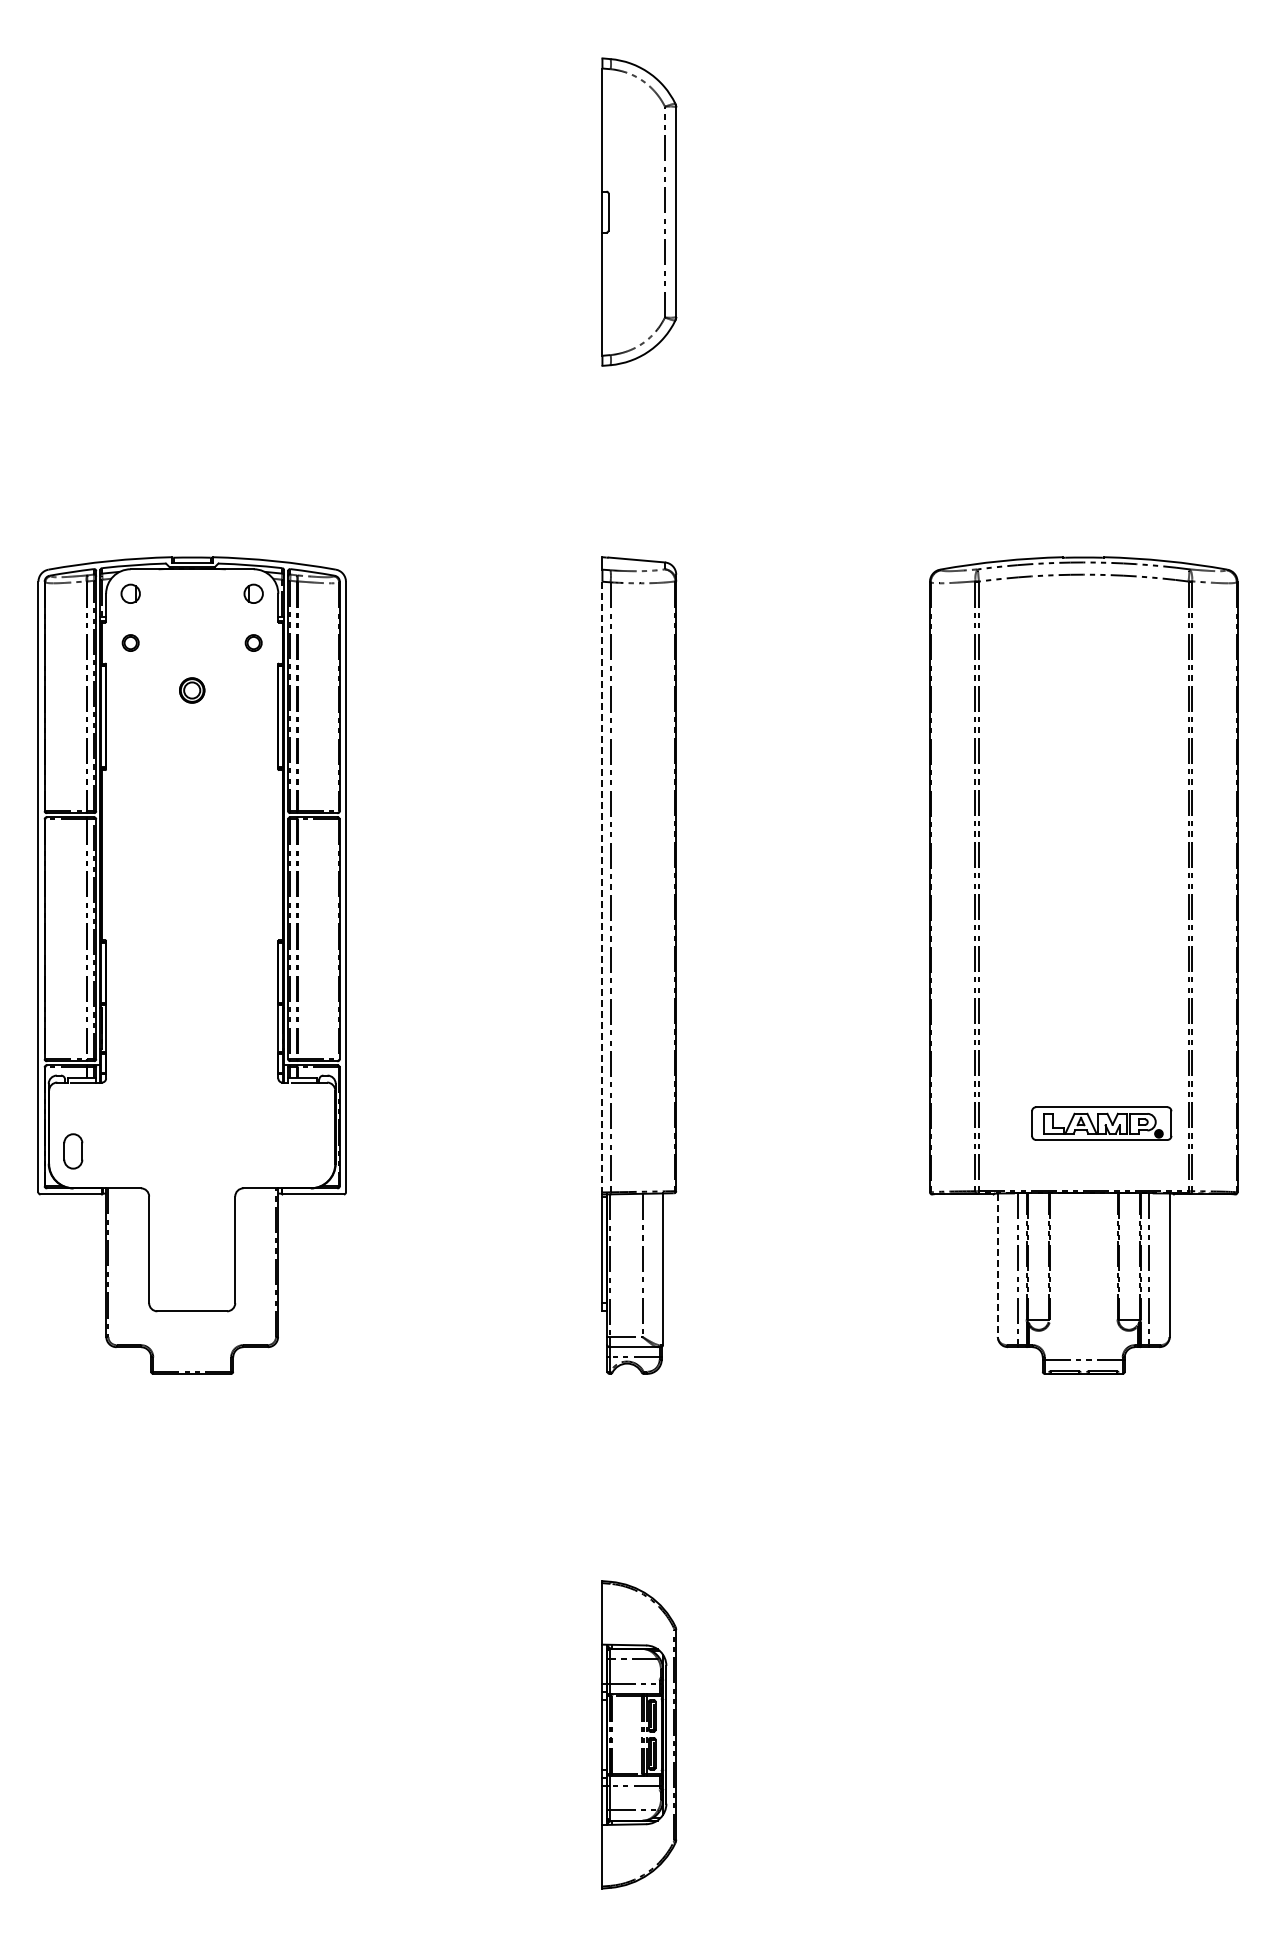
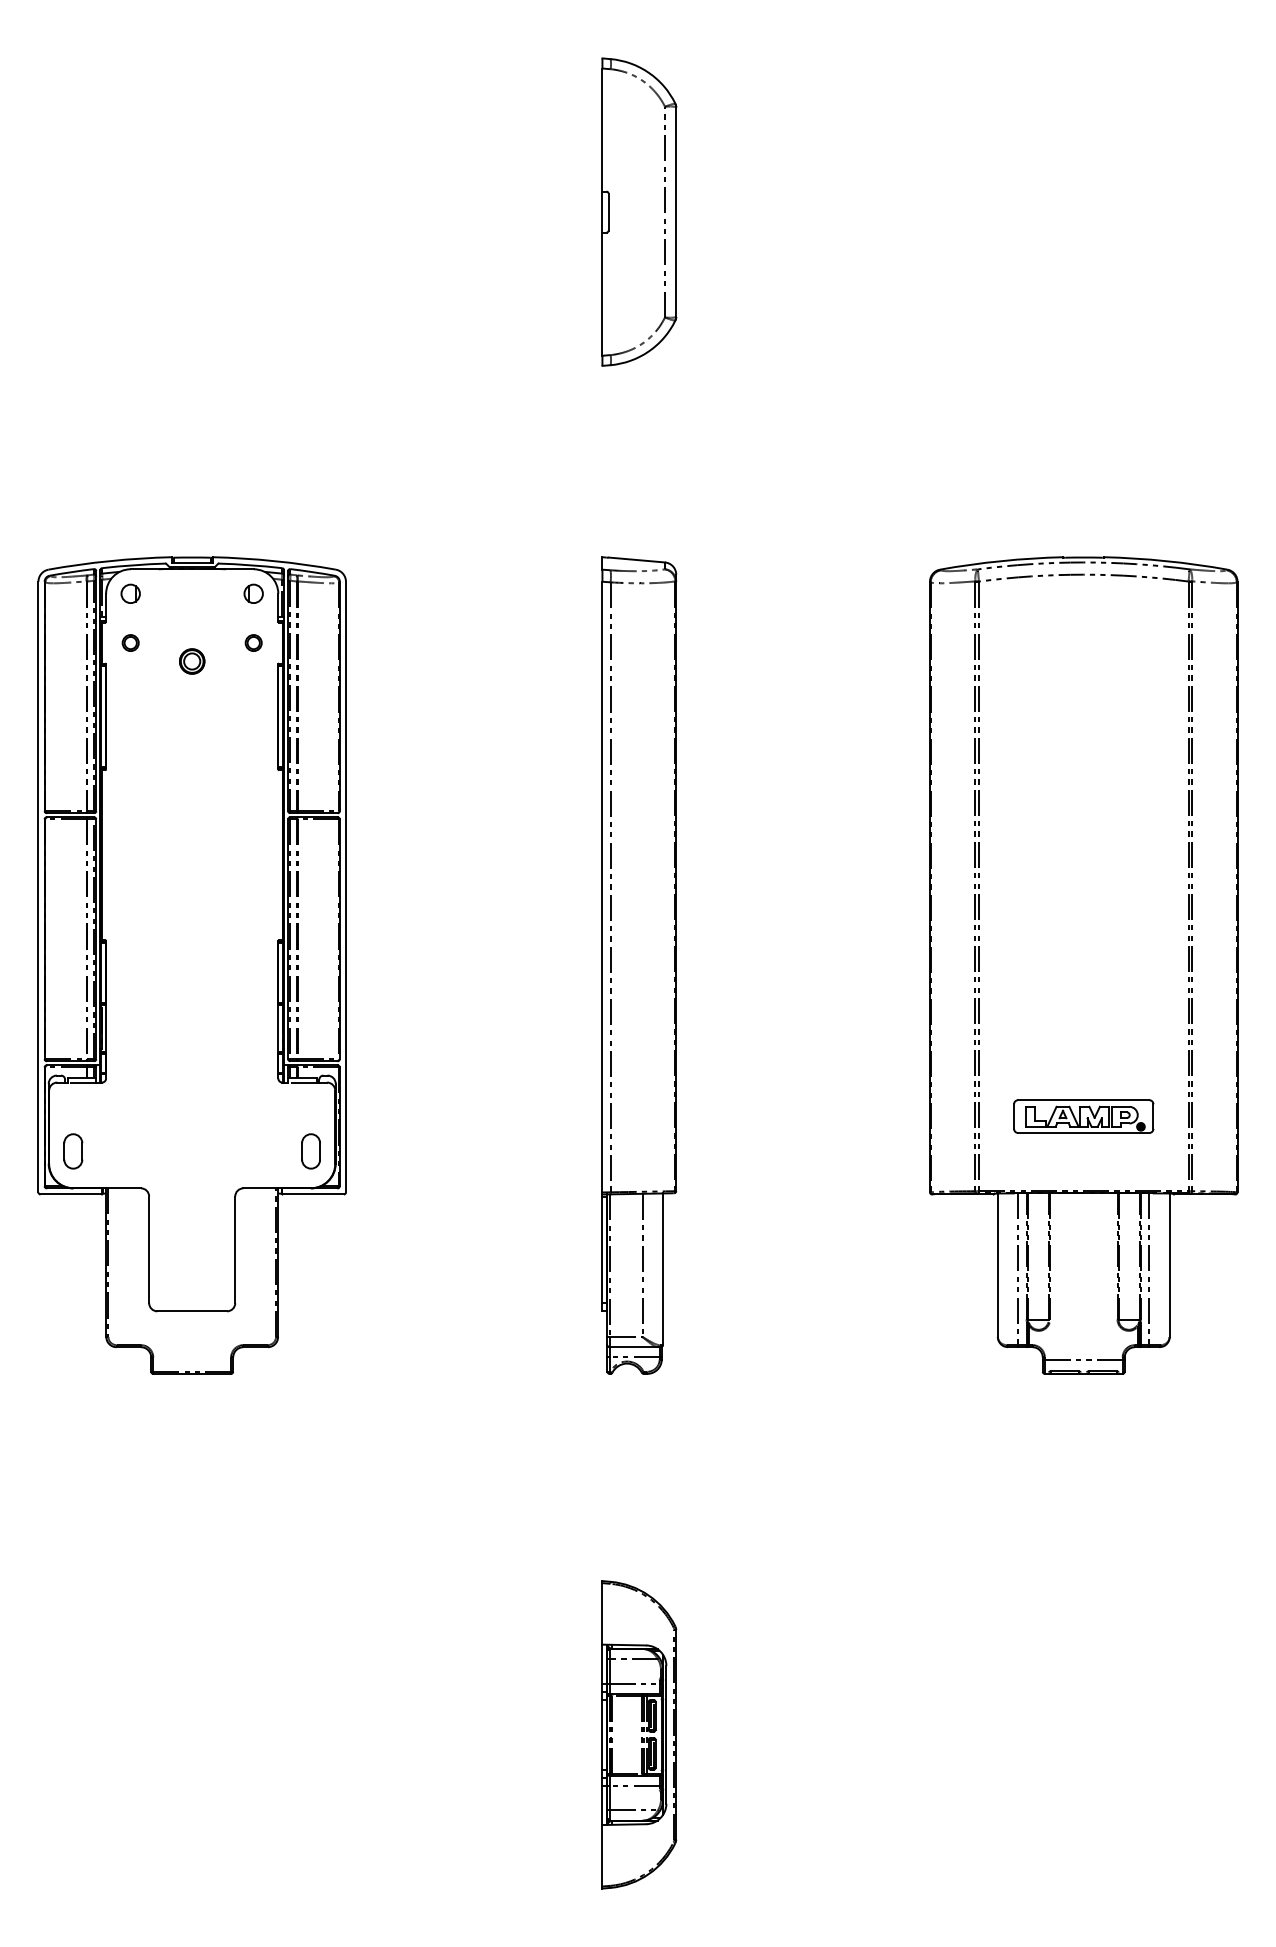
part at (192, 690) position: (192, 690) -> (192, 661)
line at (602, 887): dashed -> solid
part at (1101, 1123) position: (1101, 1123) -> (1083, 1116)
part at (310, 1151): none -> present
line at (997, 1265): dashed -> solid
